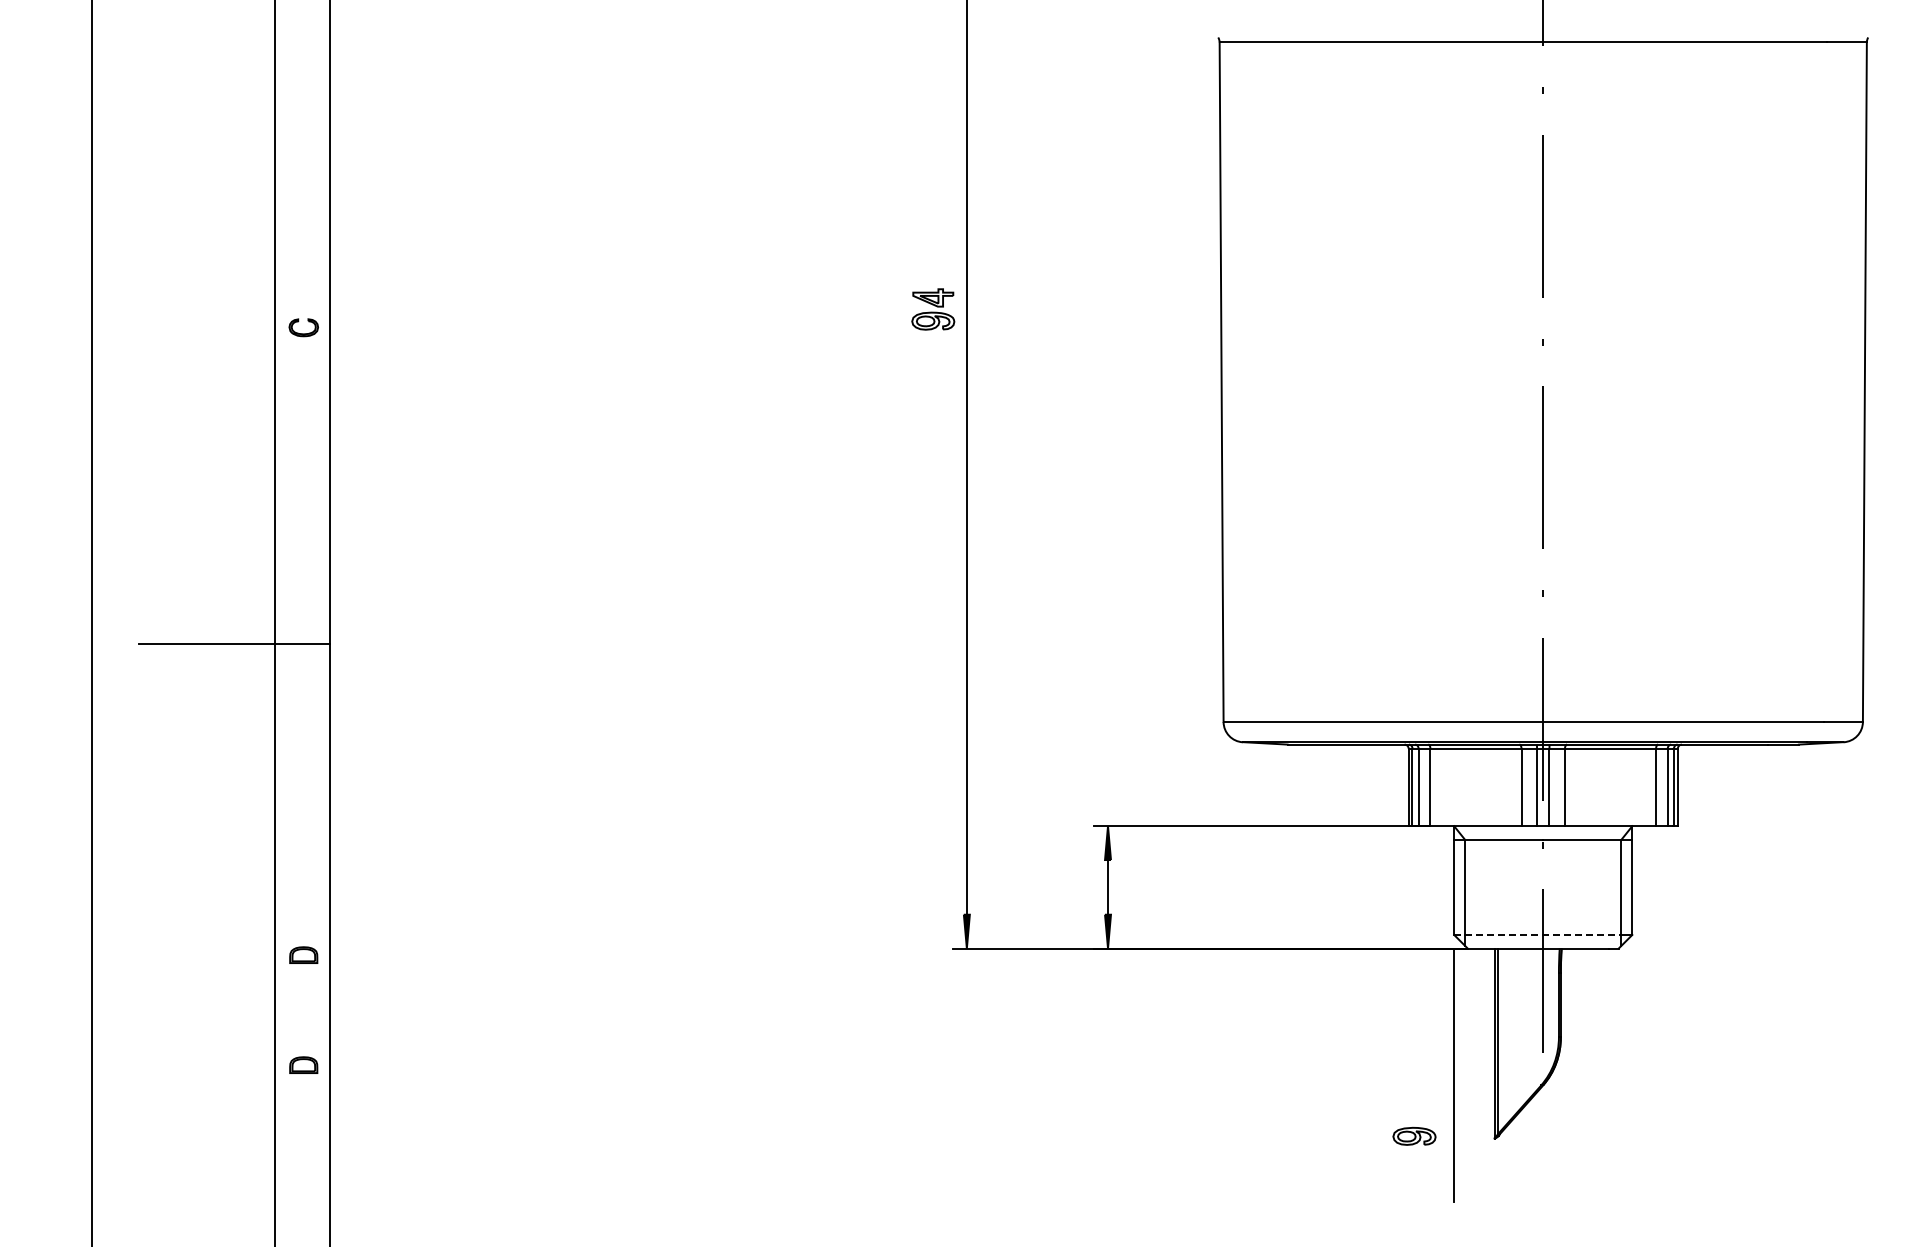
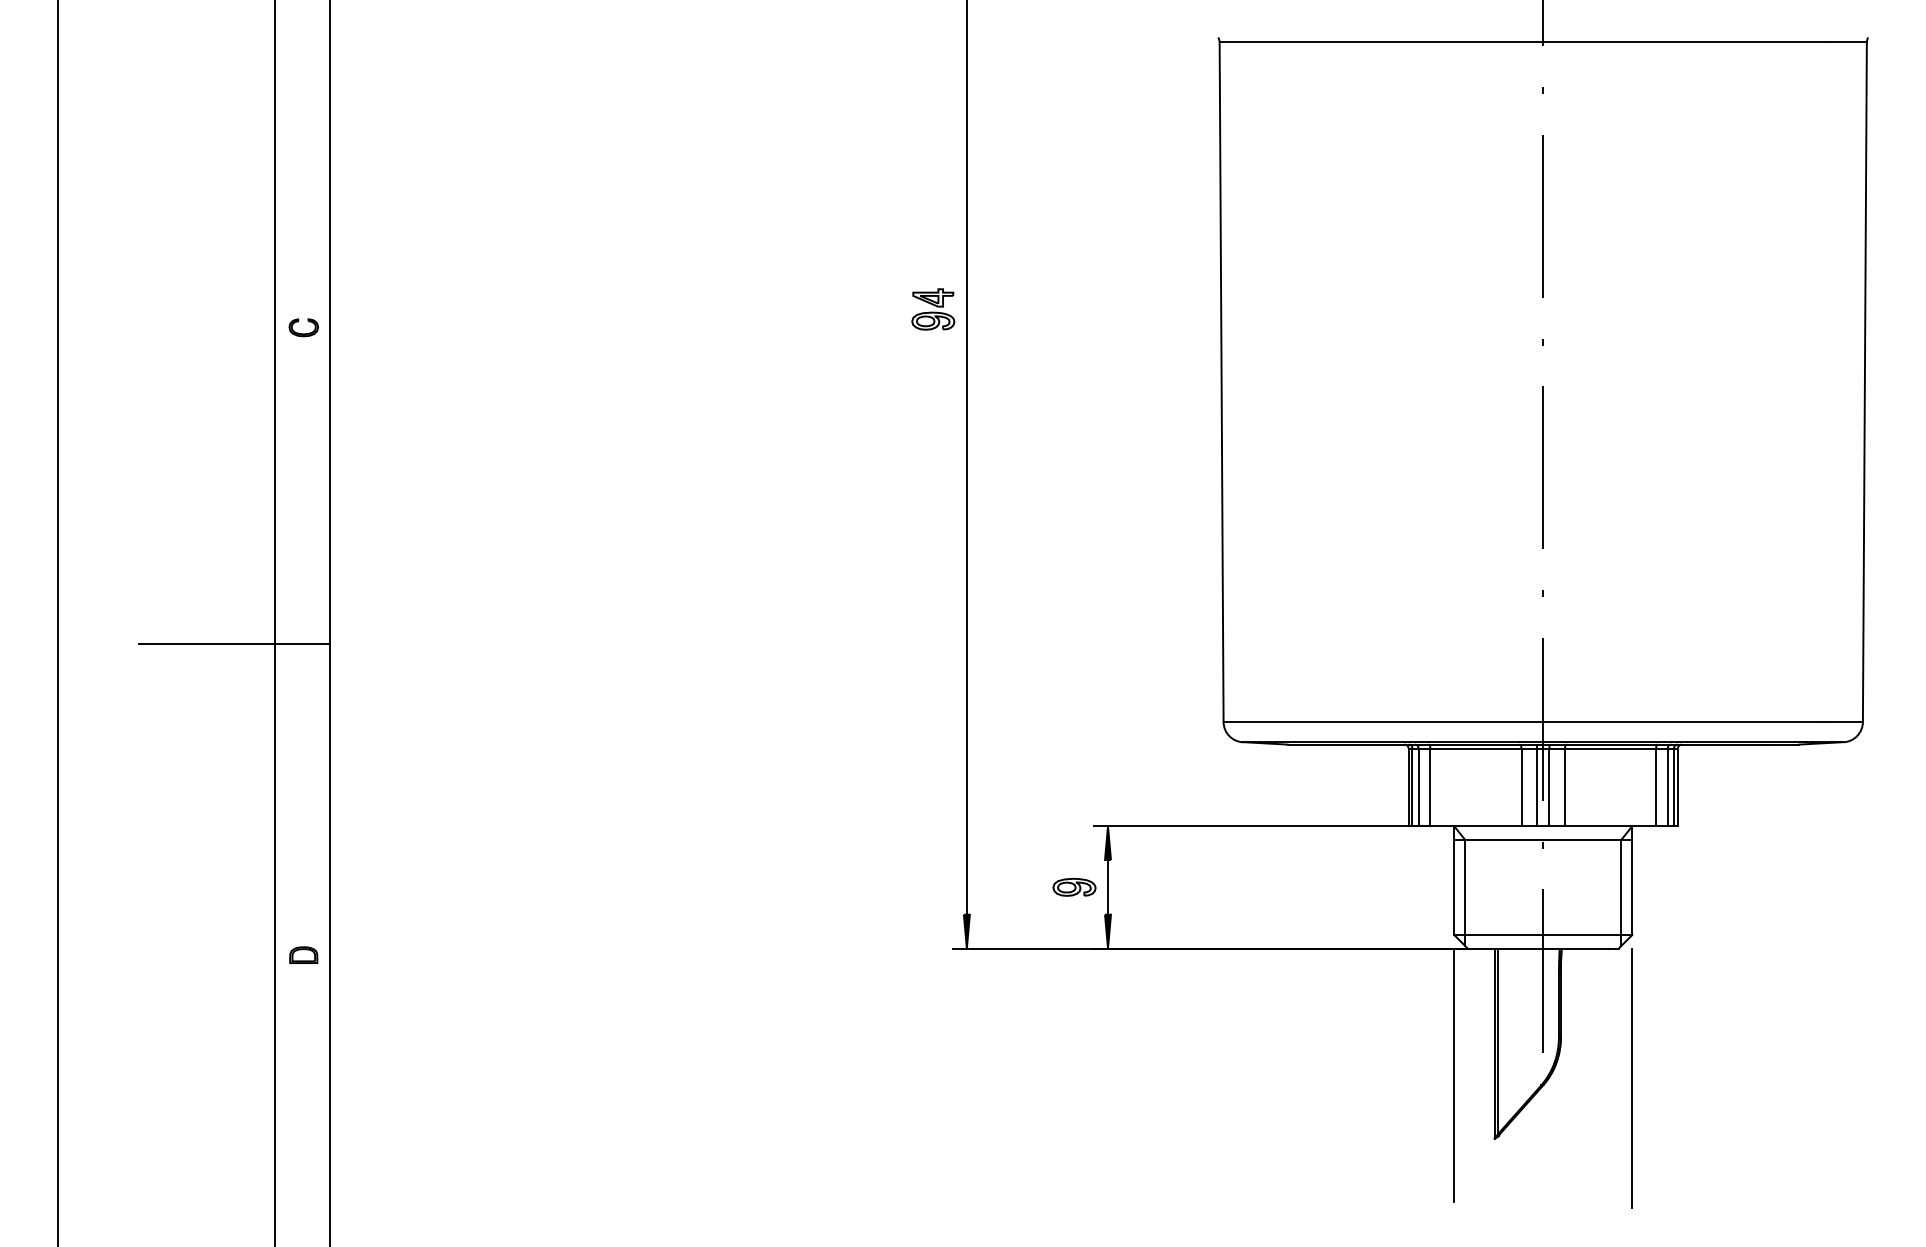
line at (91, 622) position: (91, 622) -> (57, 622)
line at (1537, 934): dashed -> solid
part at (303, 1064): present -> none
line at (1632, 1077): none -> present
part at (1414, 1135) position: (1414, 1135) -> (1074, 886)
